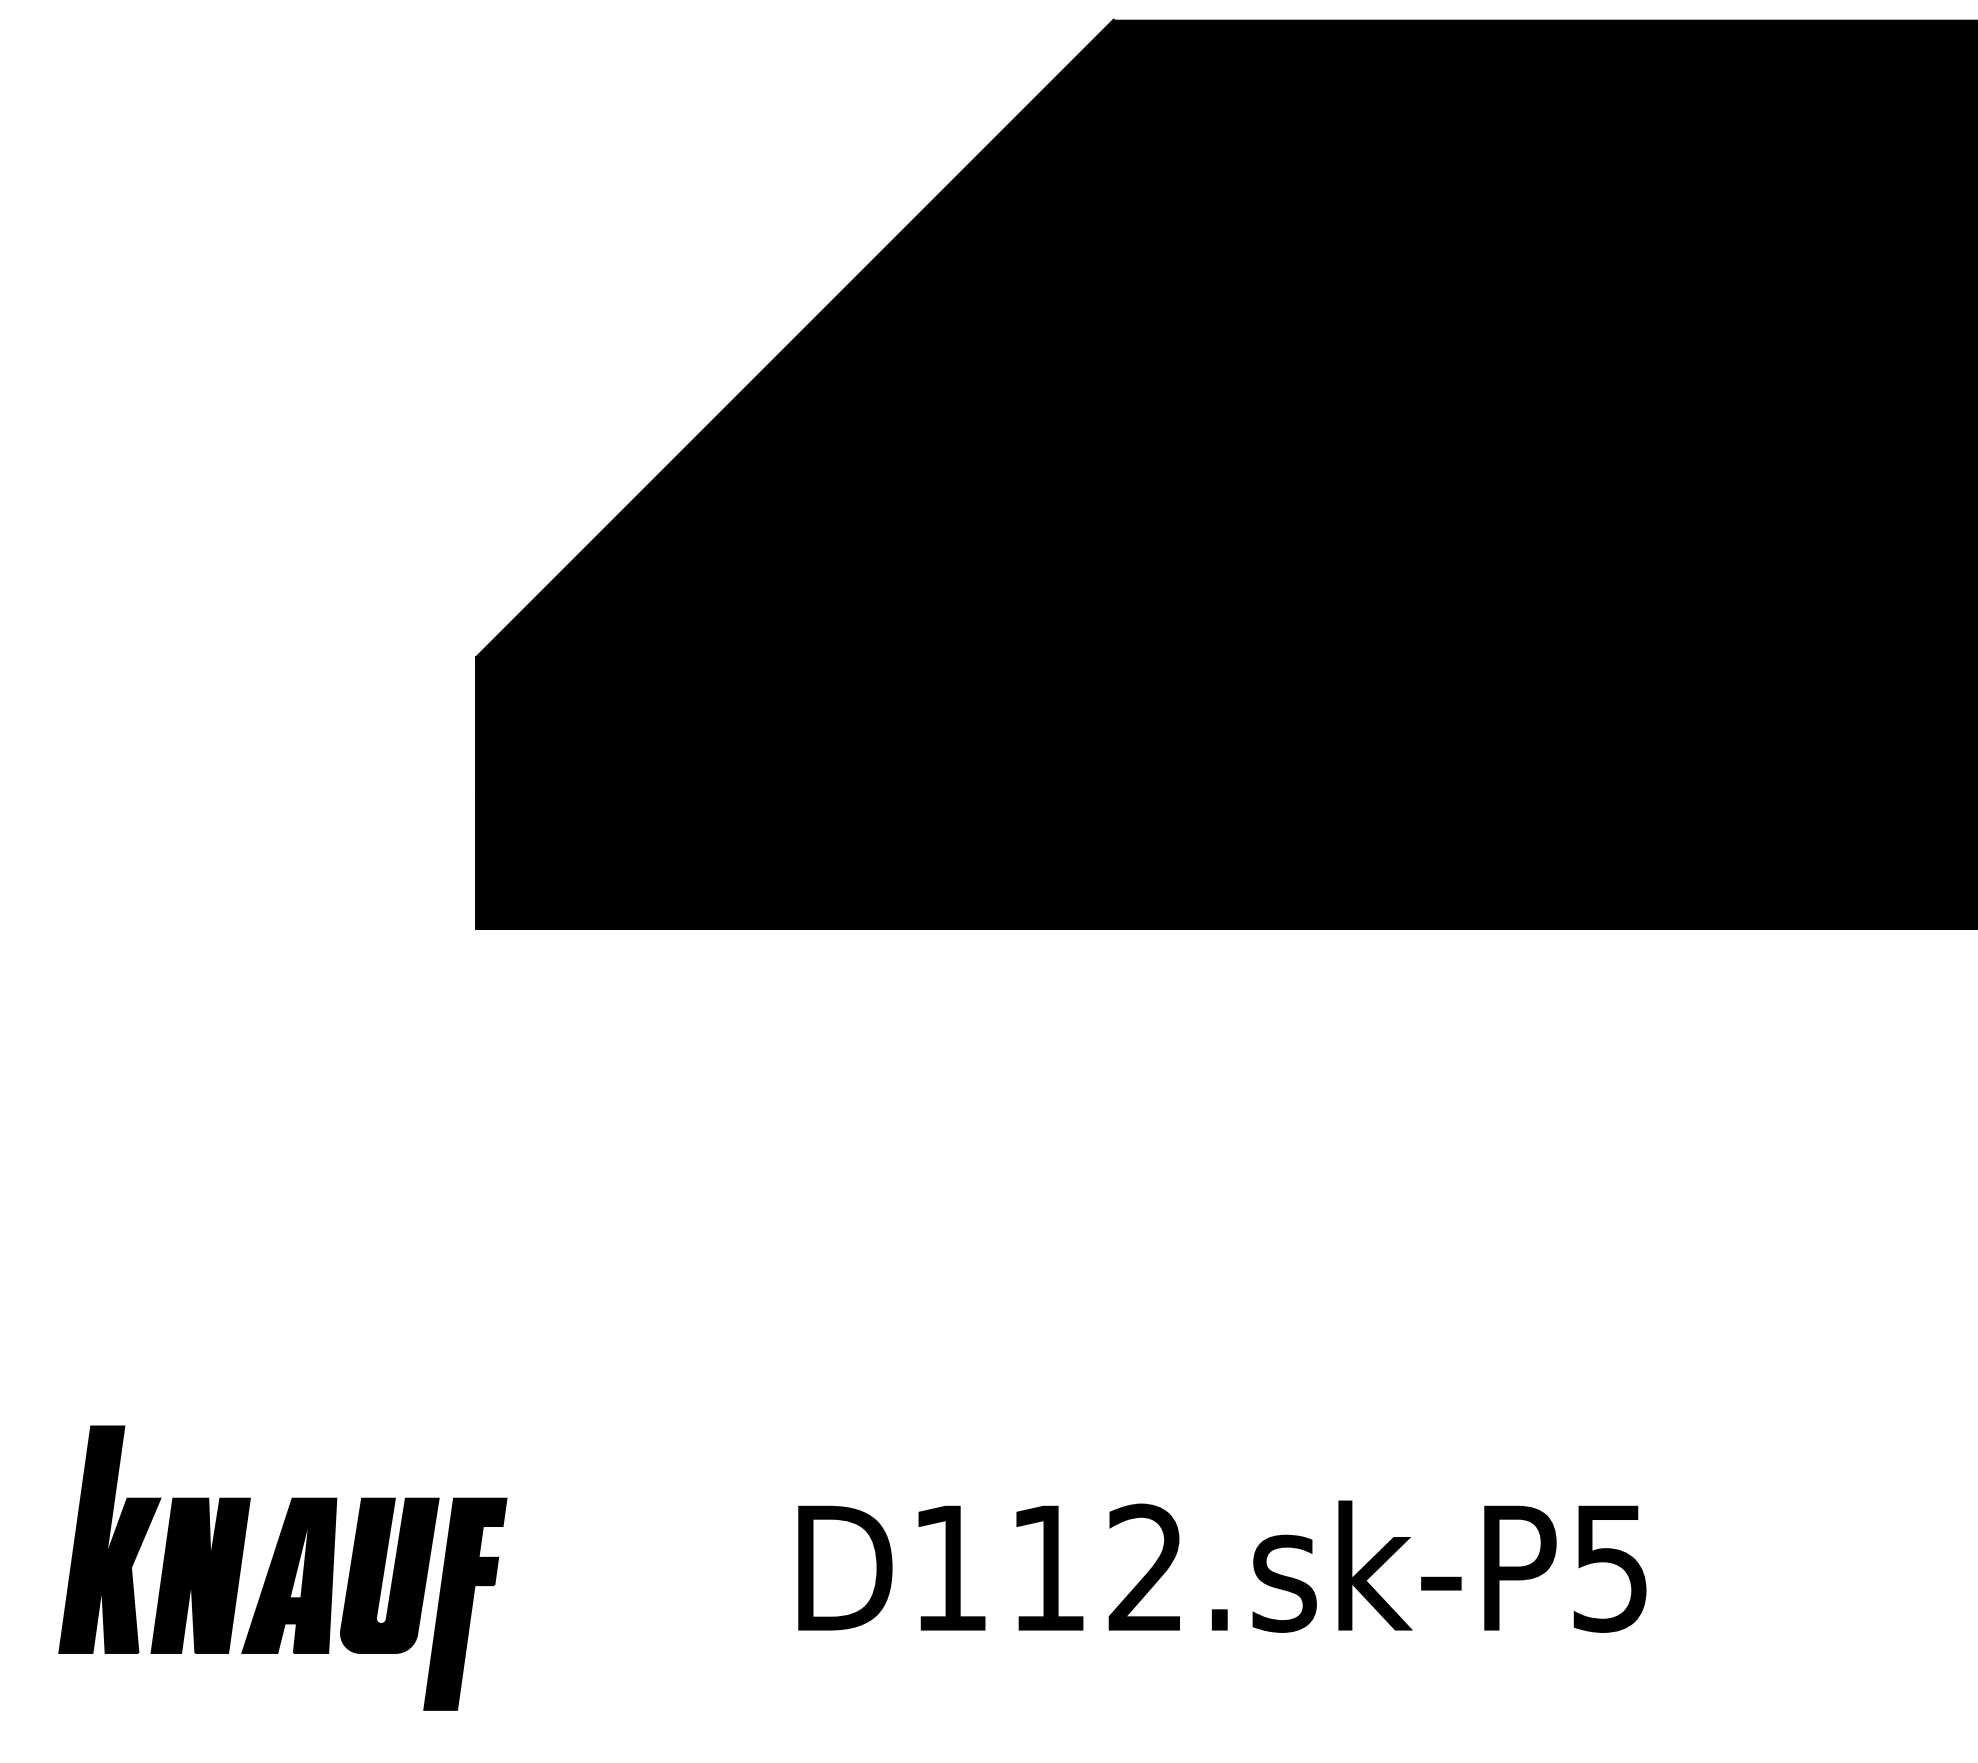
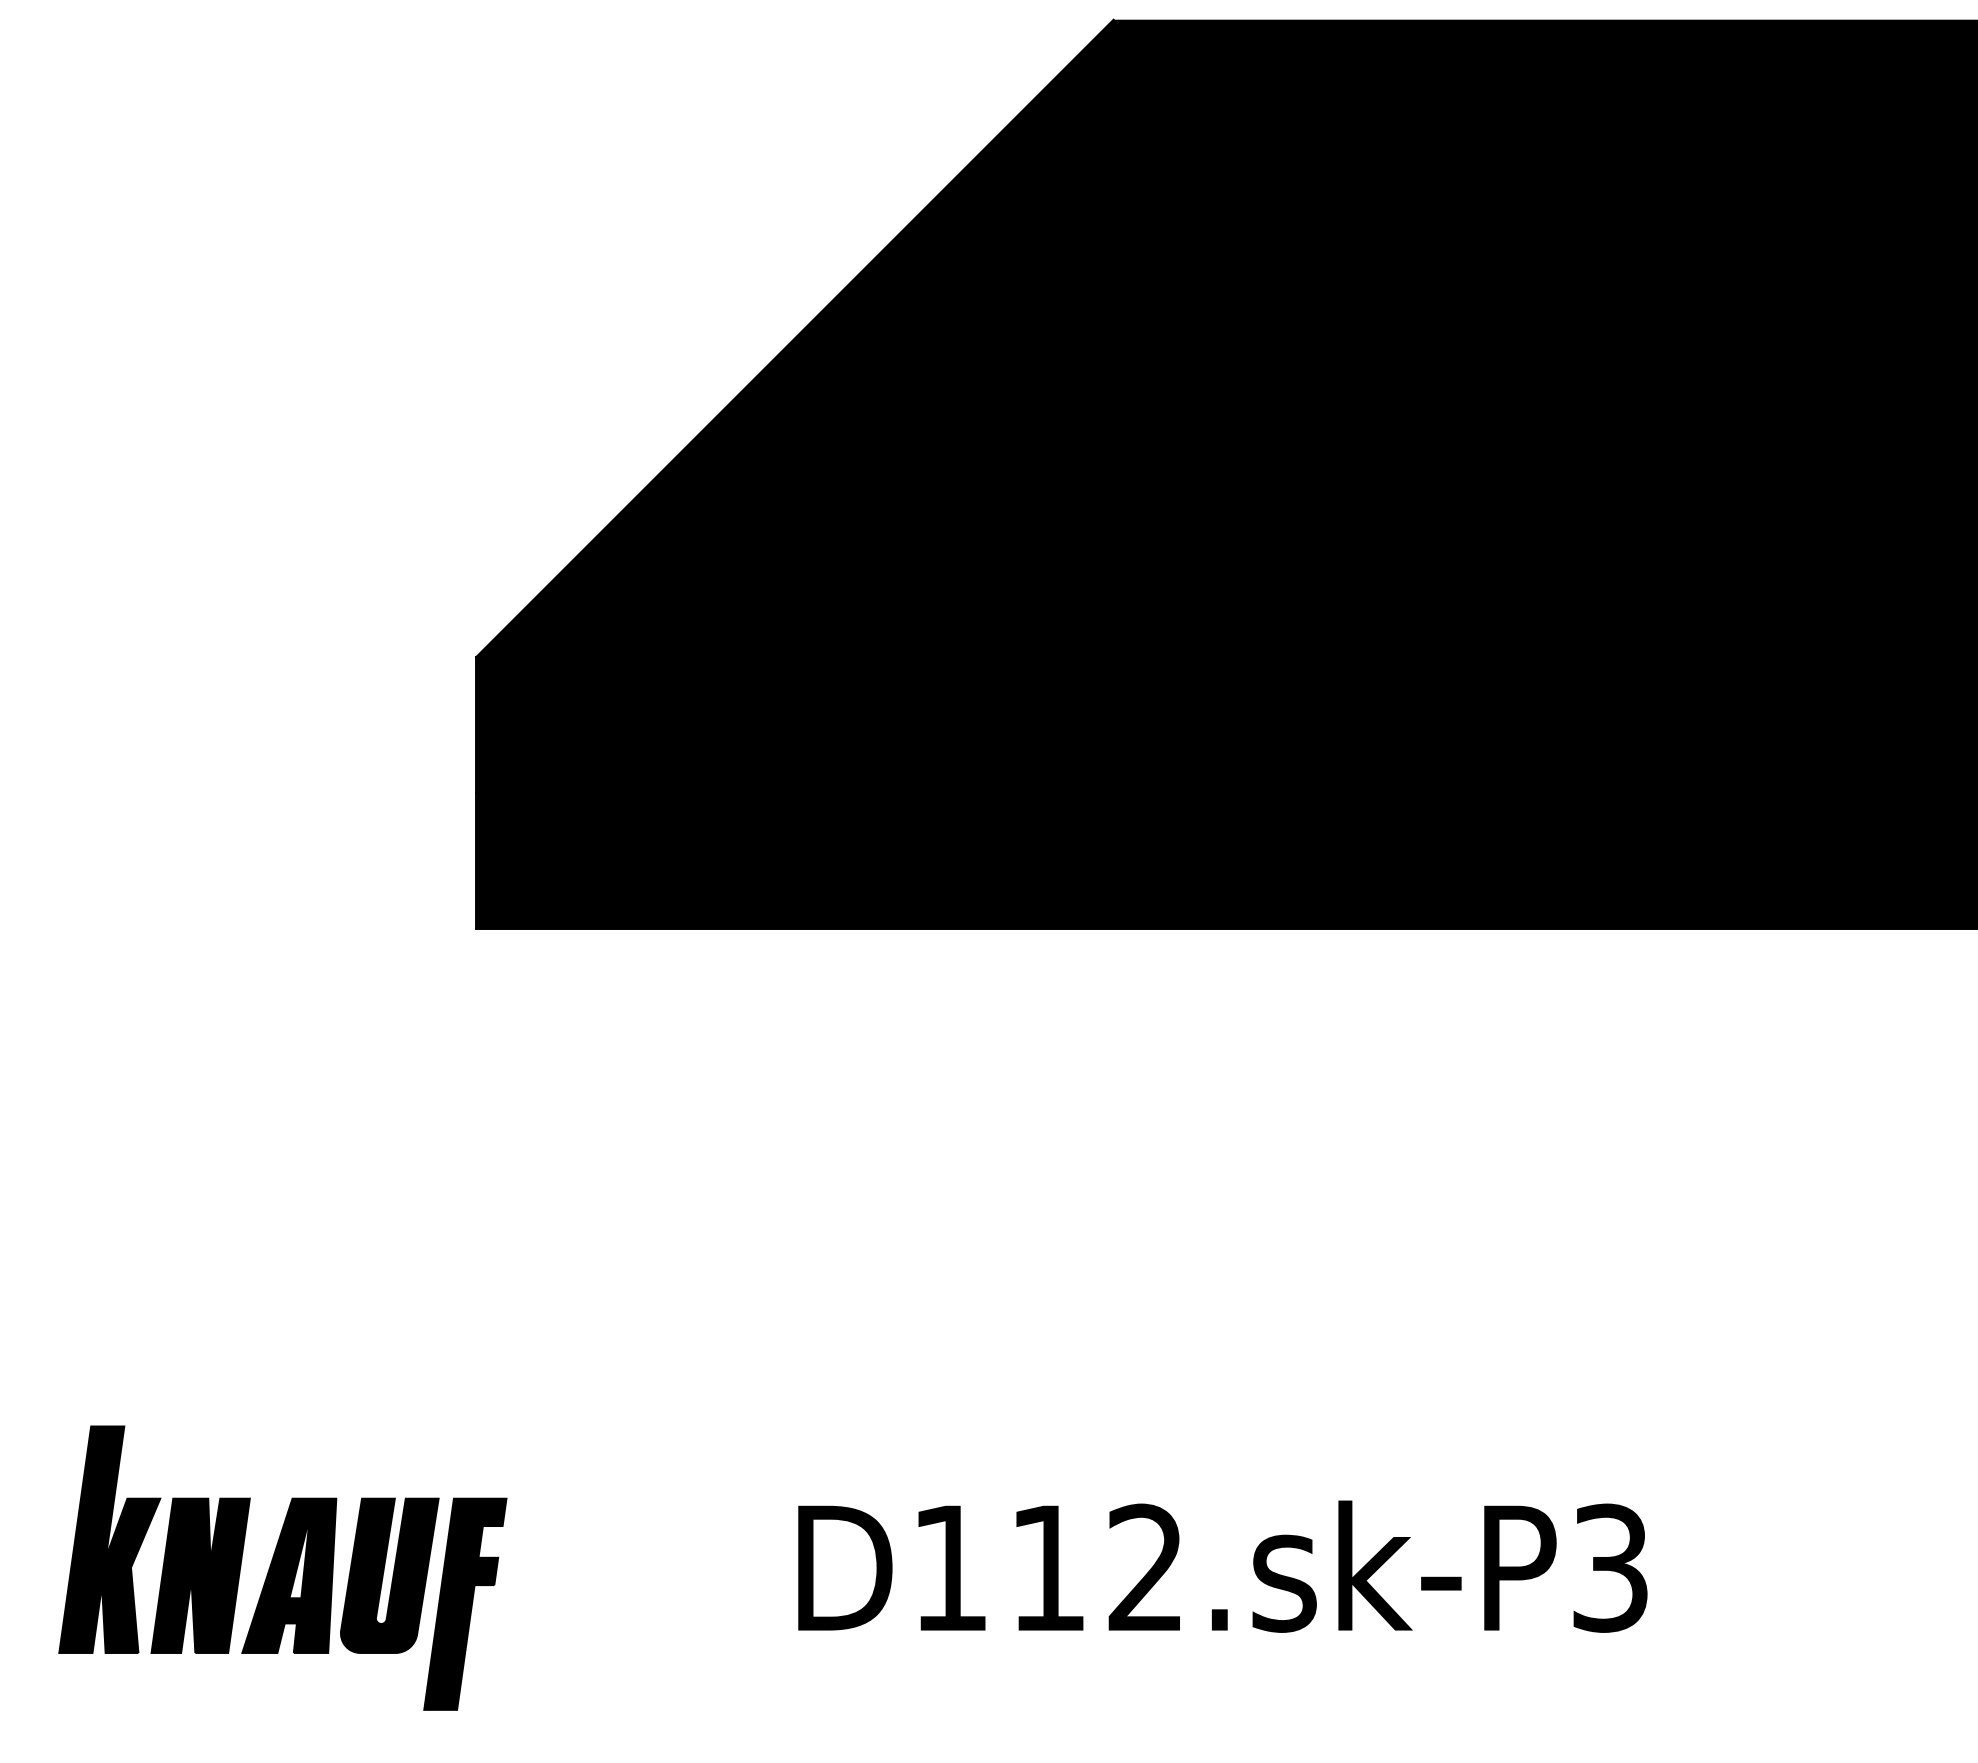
text at (1610, 1567): D112.sk-P5 -> D112.sk-P3
